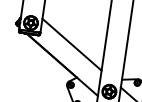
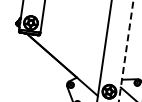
line at (71, 44): present -> none
line at (126, 51): solid -> dashed
